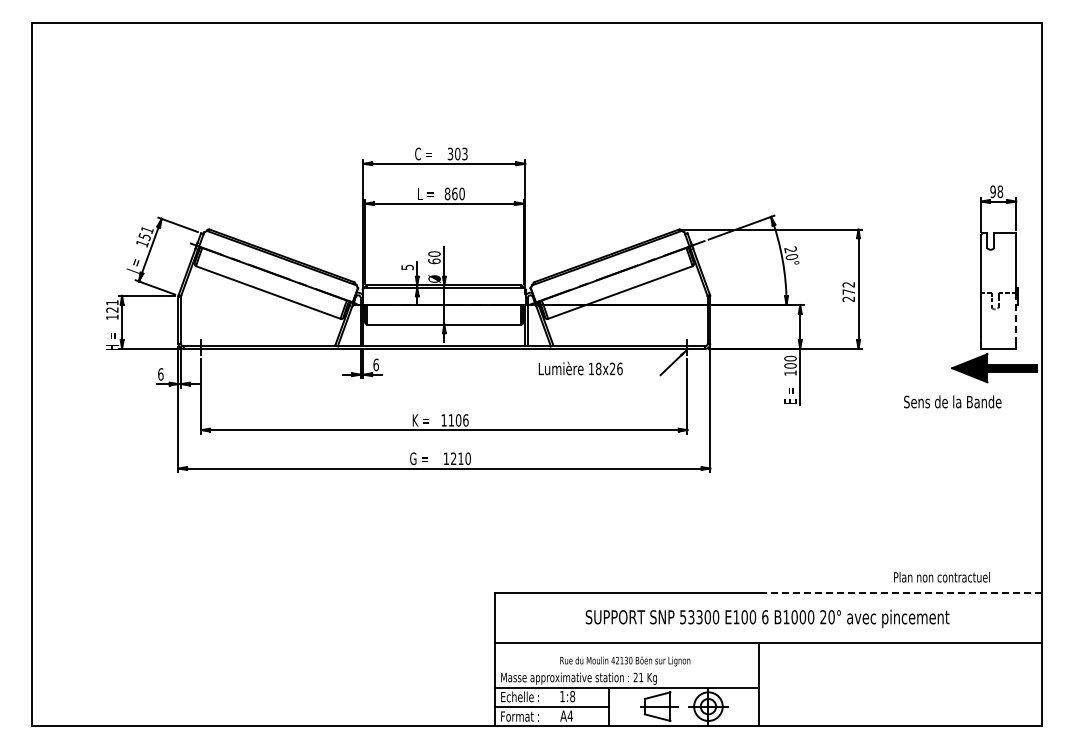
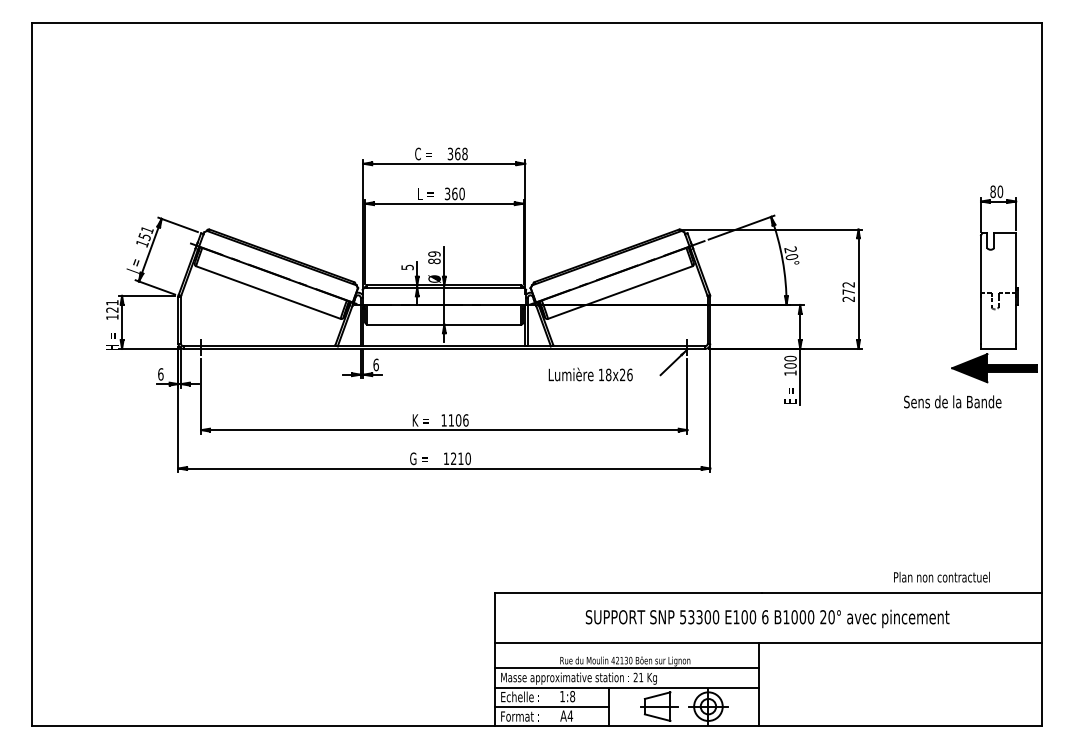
text at (461, 153): 303 -> 368
text at (996, 191): 98 -> 80
text at (447, 193): 860 -> 360
text at (434, 257): 60 -> 89
line at (1016, 319): dashed -> solid
text at (580, 368) position: (580, 368) -> (590, 374)
line at (901, 592): dashed -> solid
line at (626, 668): none -> present
